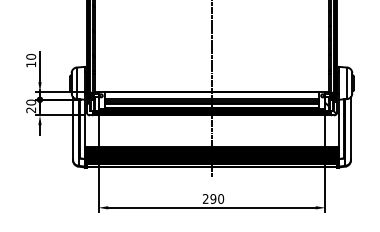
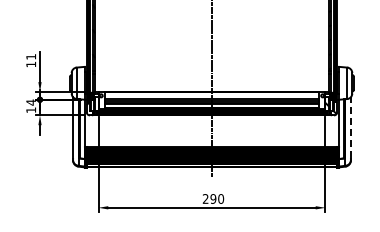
text at (31, 56): 10 -> 11
text at (31, 106): 20 -> 14
line at (350, 127): solid -> dashed
